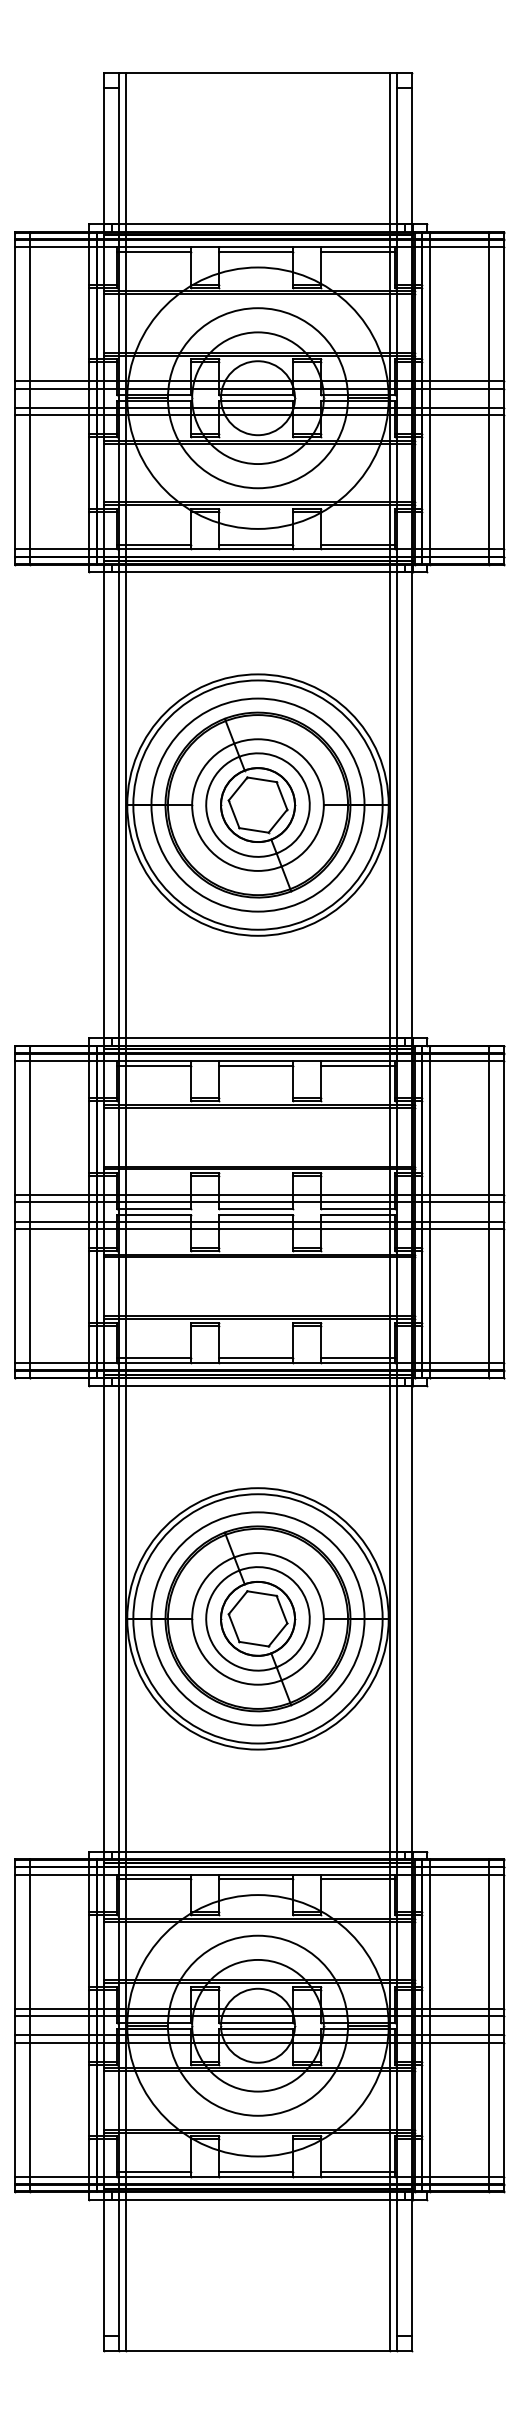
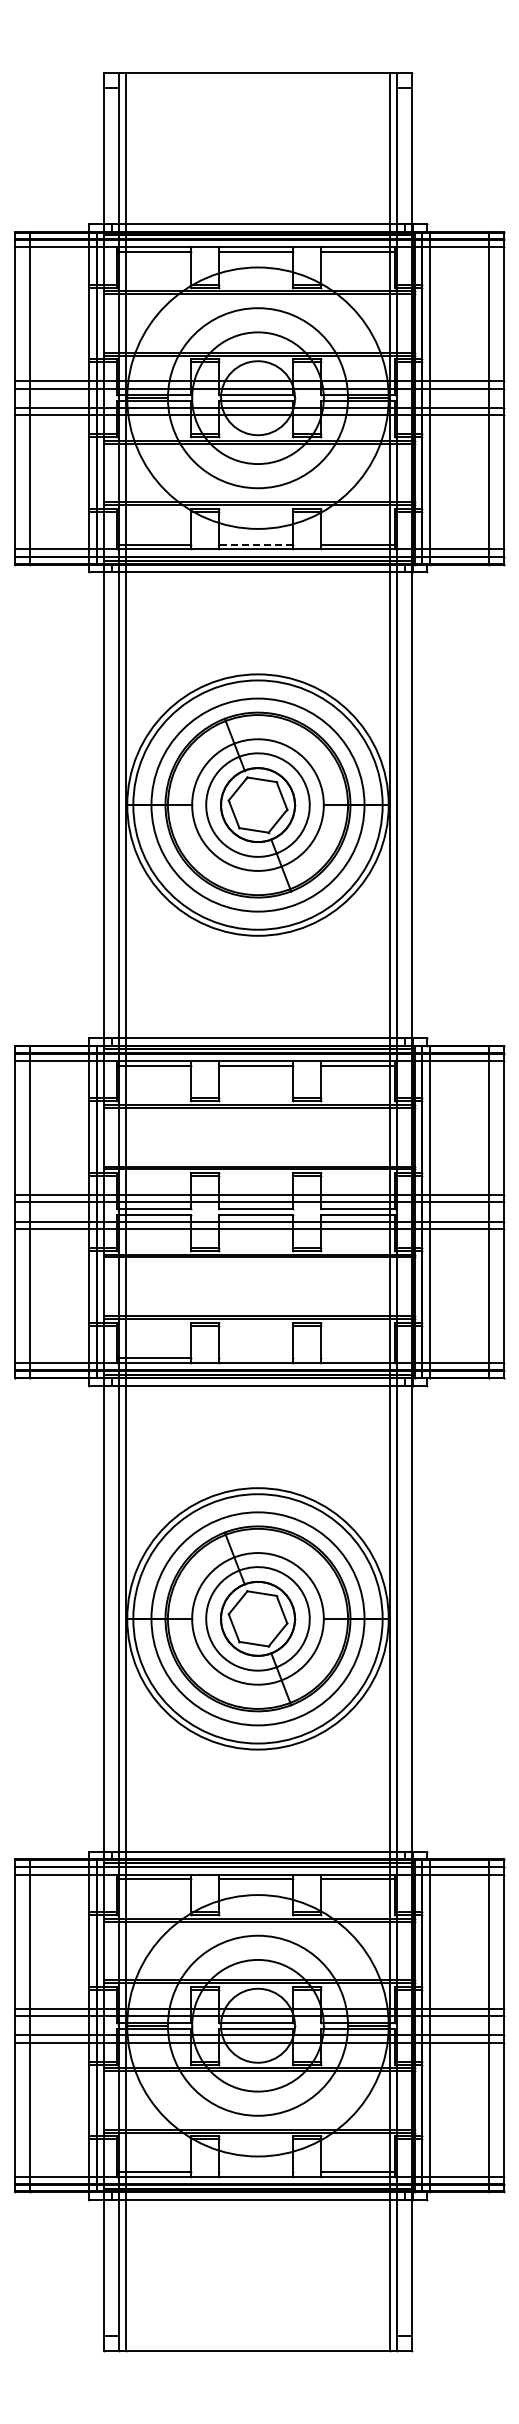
line at (255, 544): solid -> dashed
line at (255, 1358): present -> none
line at (357, 1358): present -> none
line at (255, 2172): present -> none
